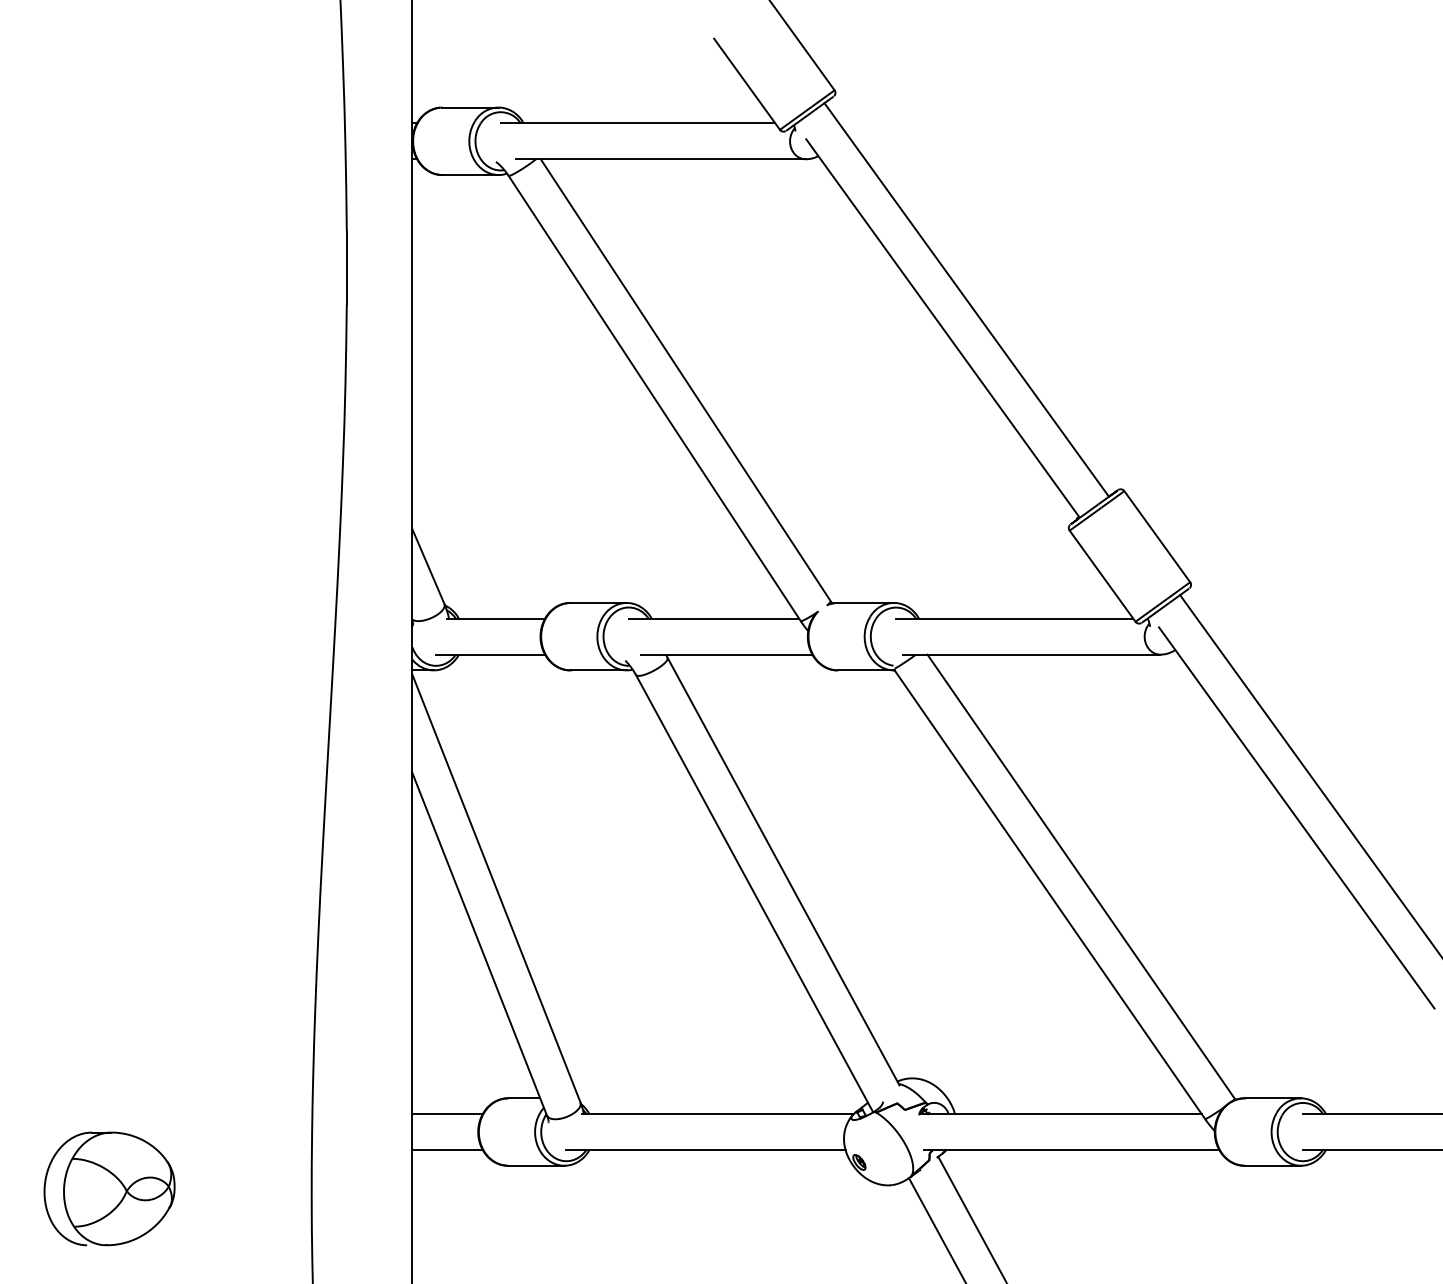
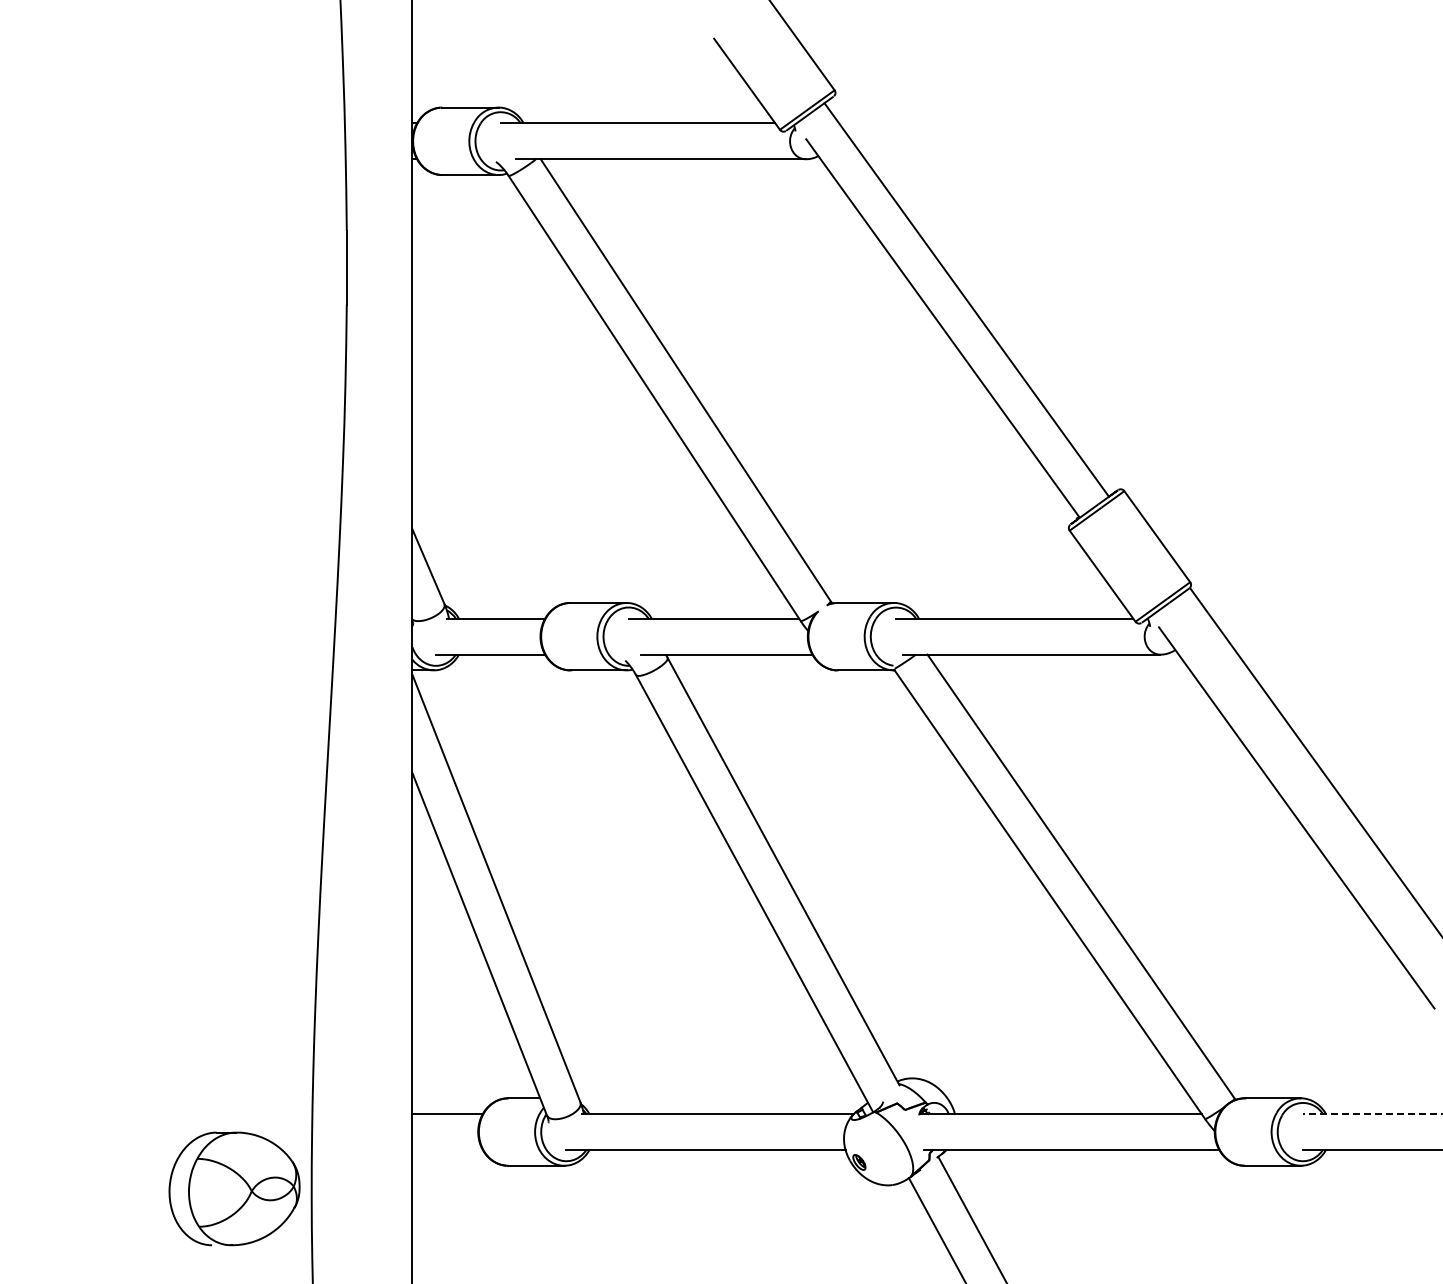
line at (1309, 774) position: (1309, 774) -> (1314, 760)
line at (1372, 1114): solid -> dashed
line at (447, 1150): present -> none
part at (109, 1188) position: (109, 1188) -> (234, 1188)
